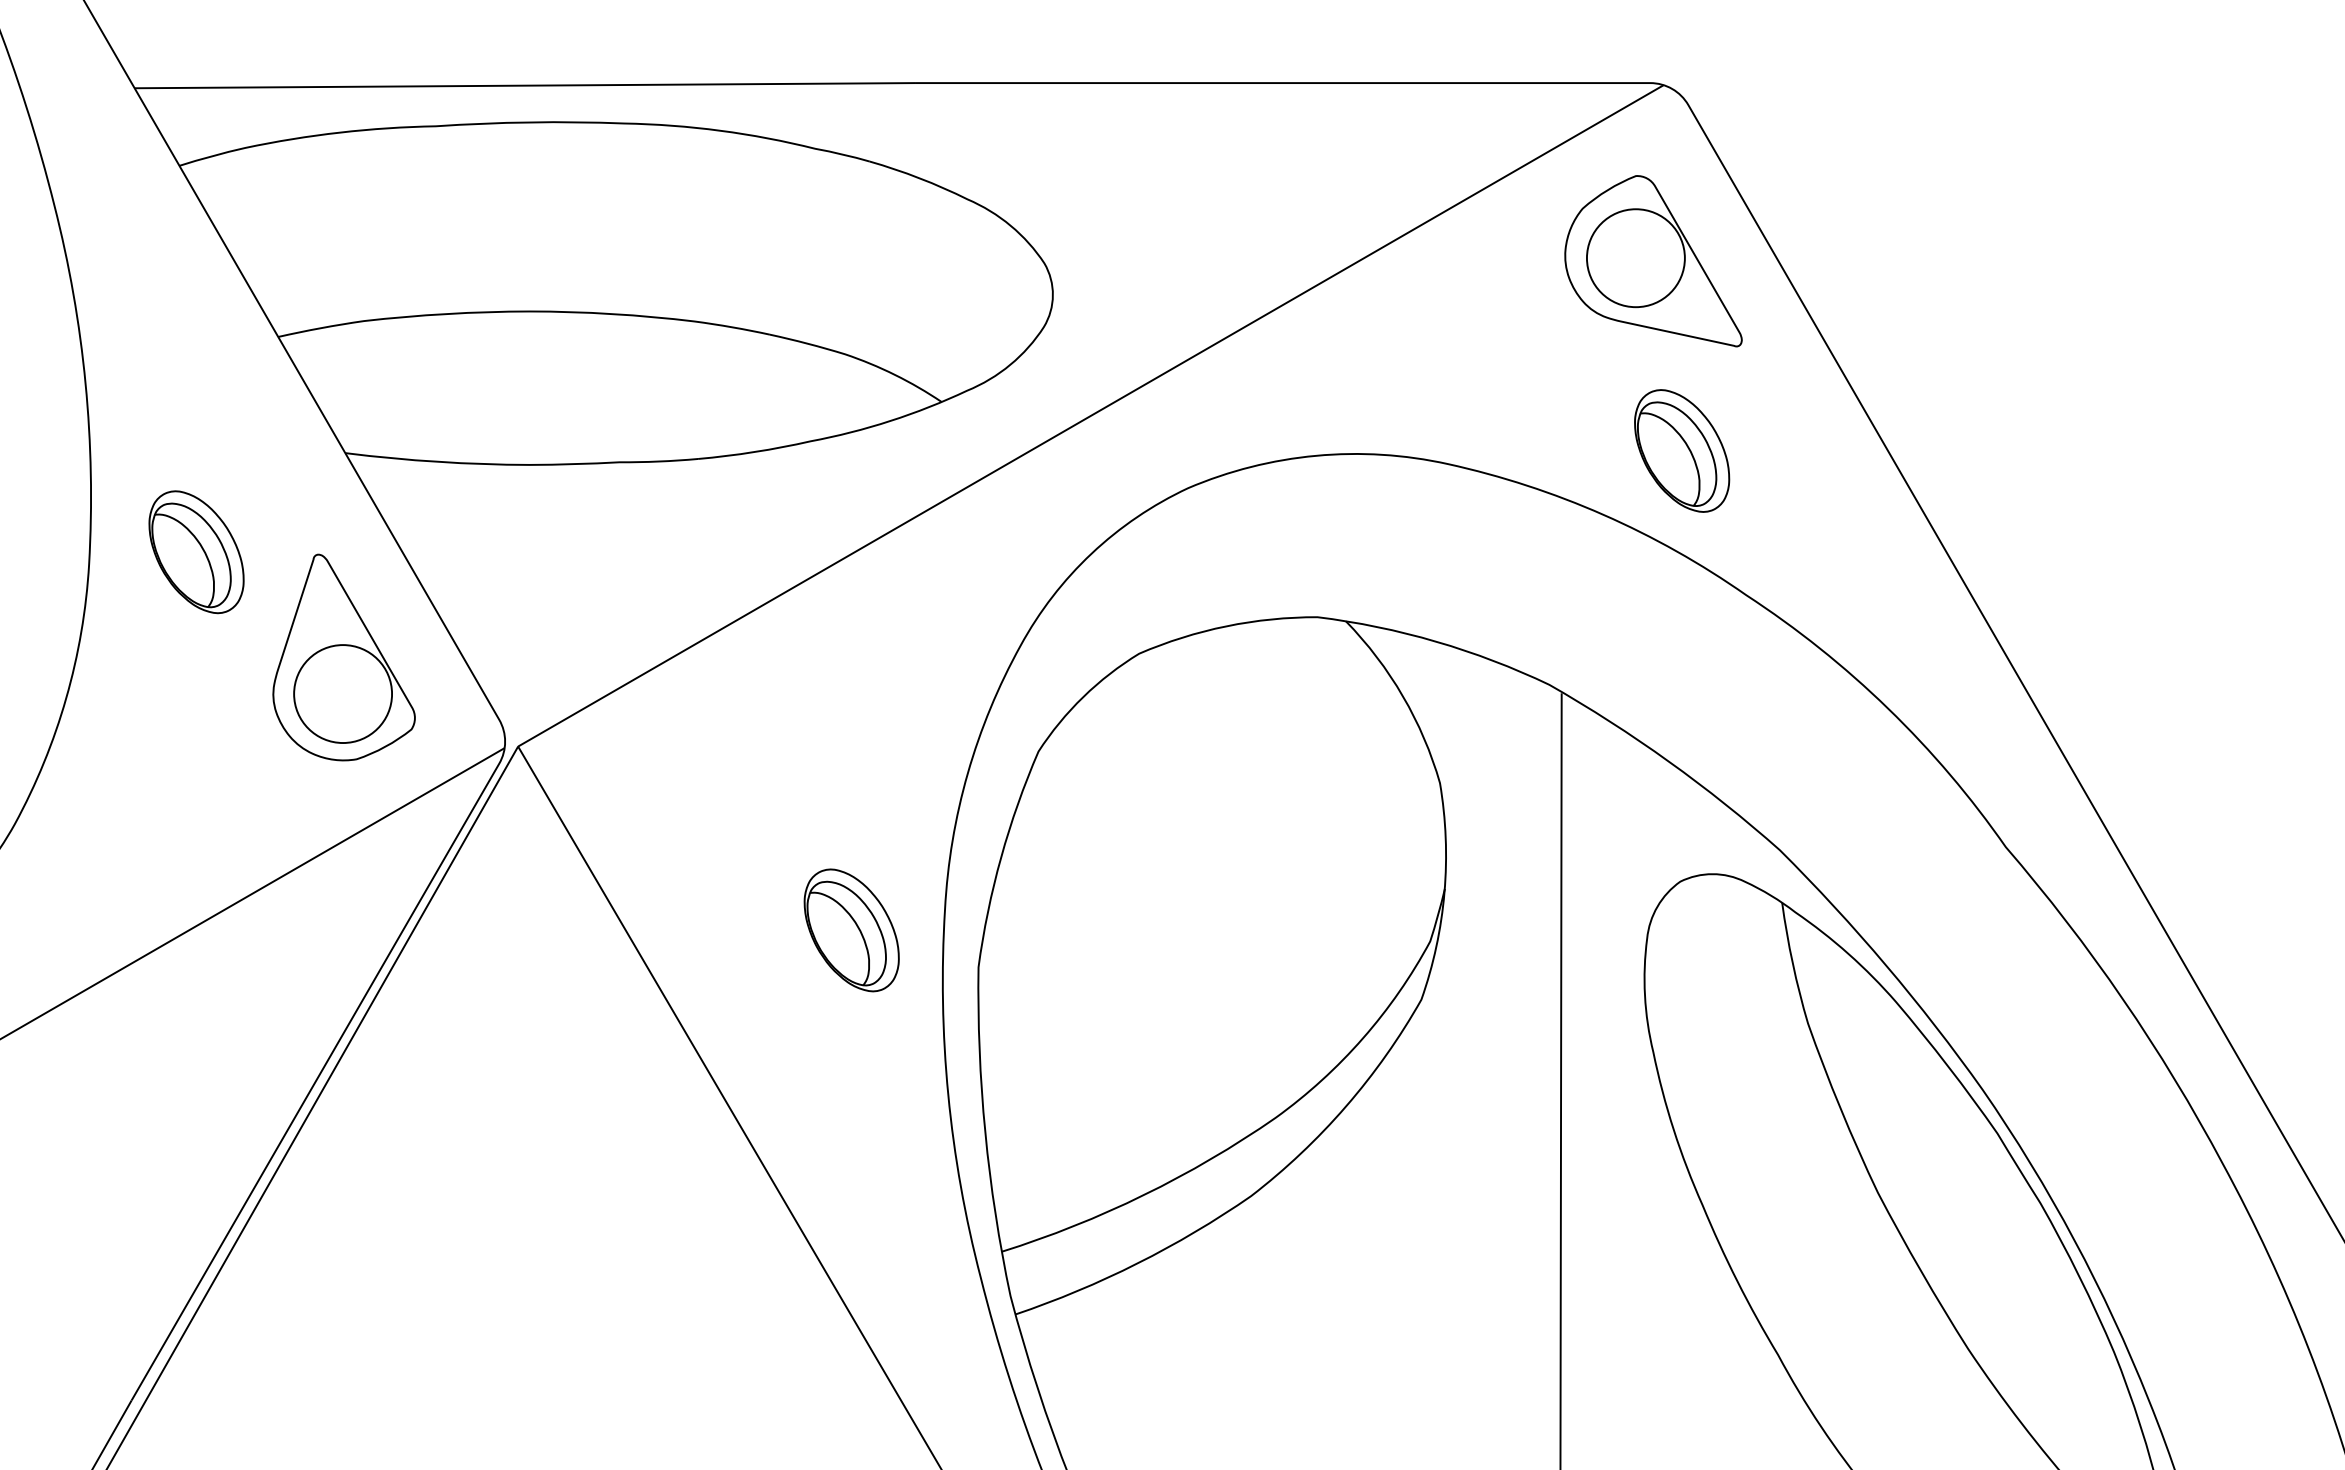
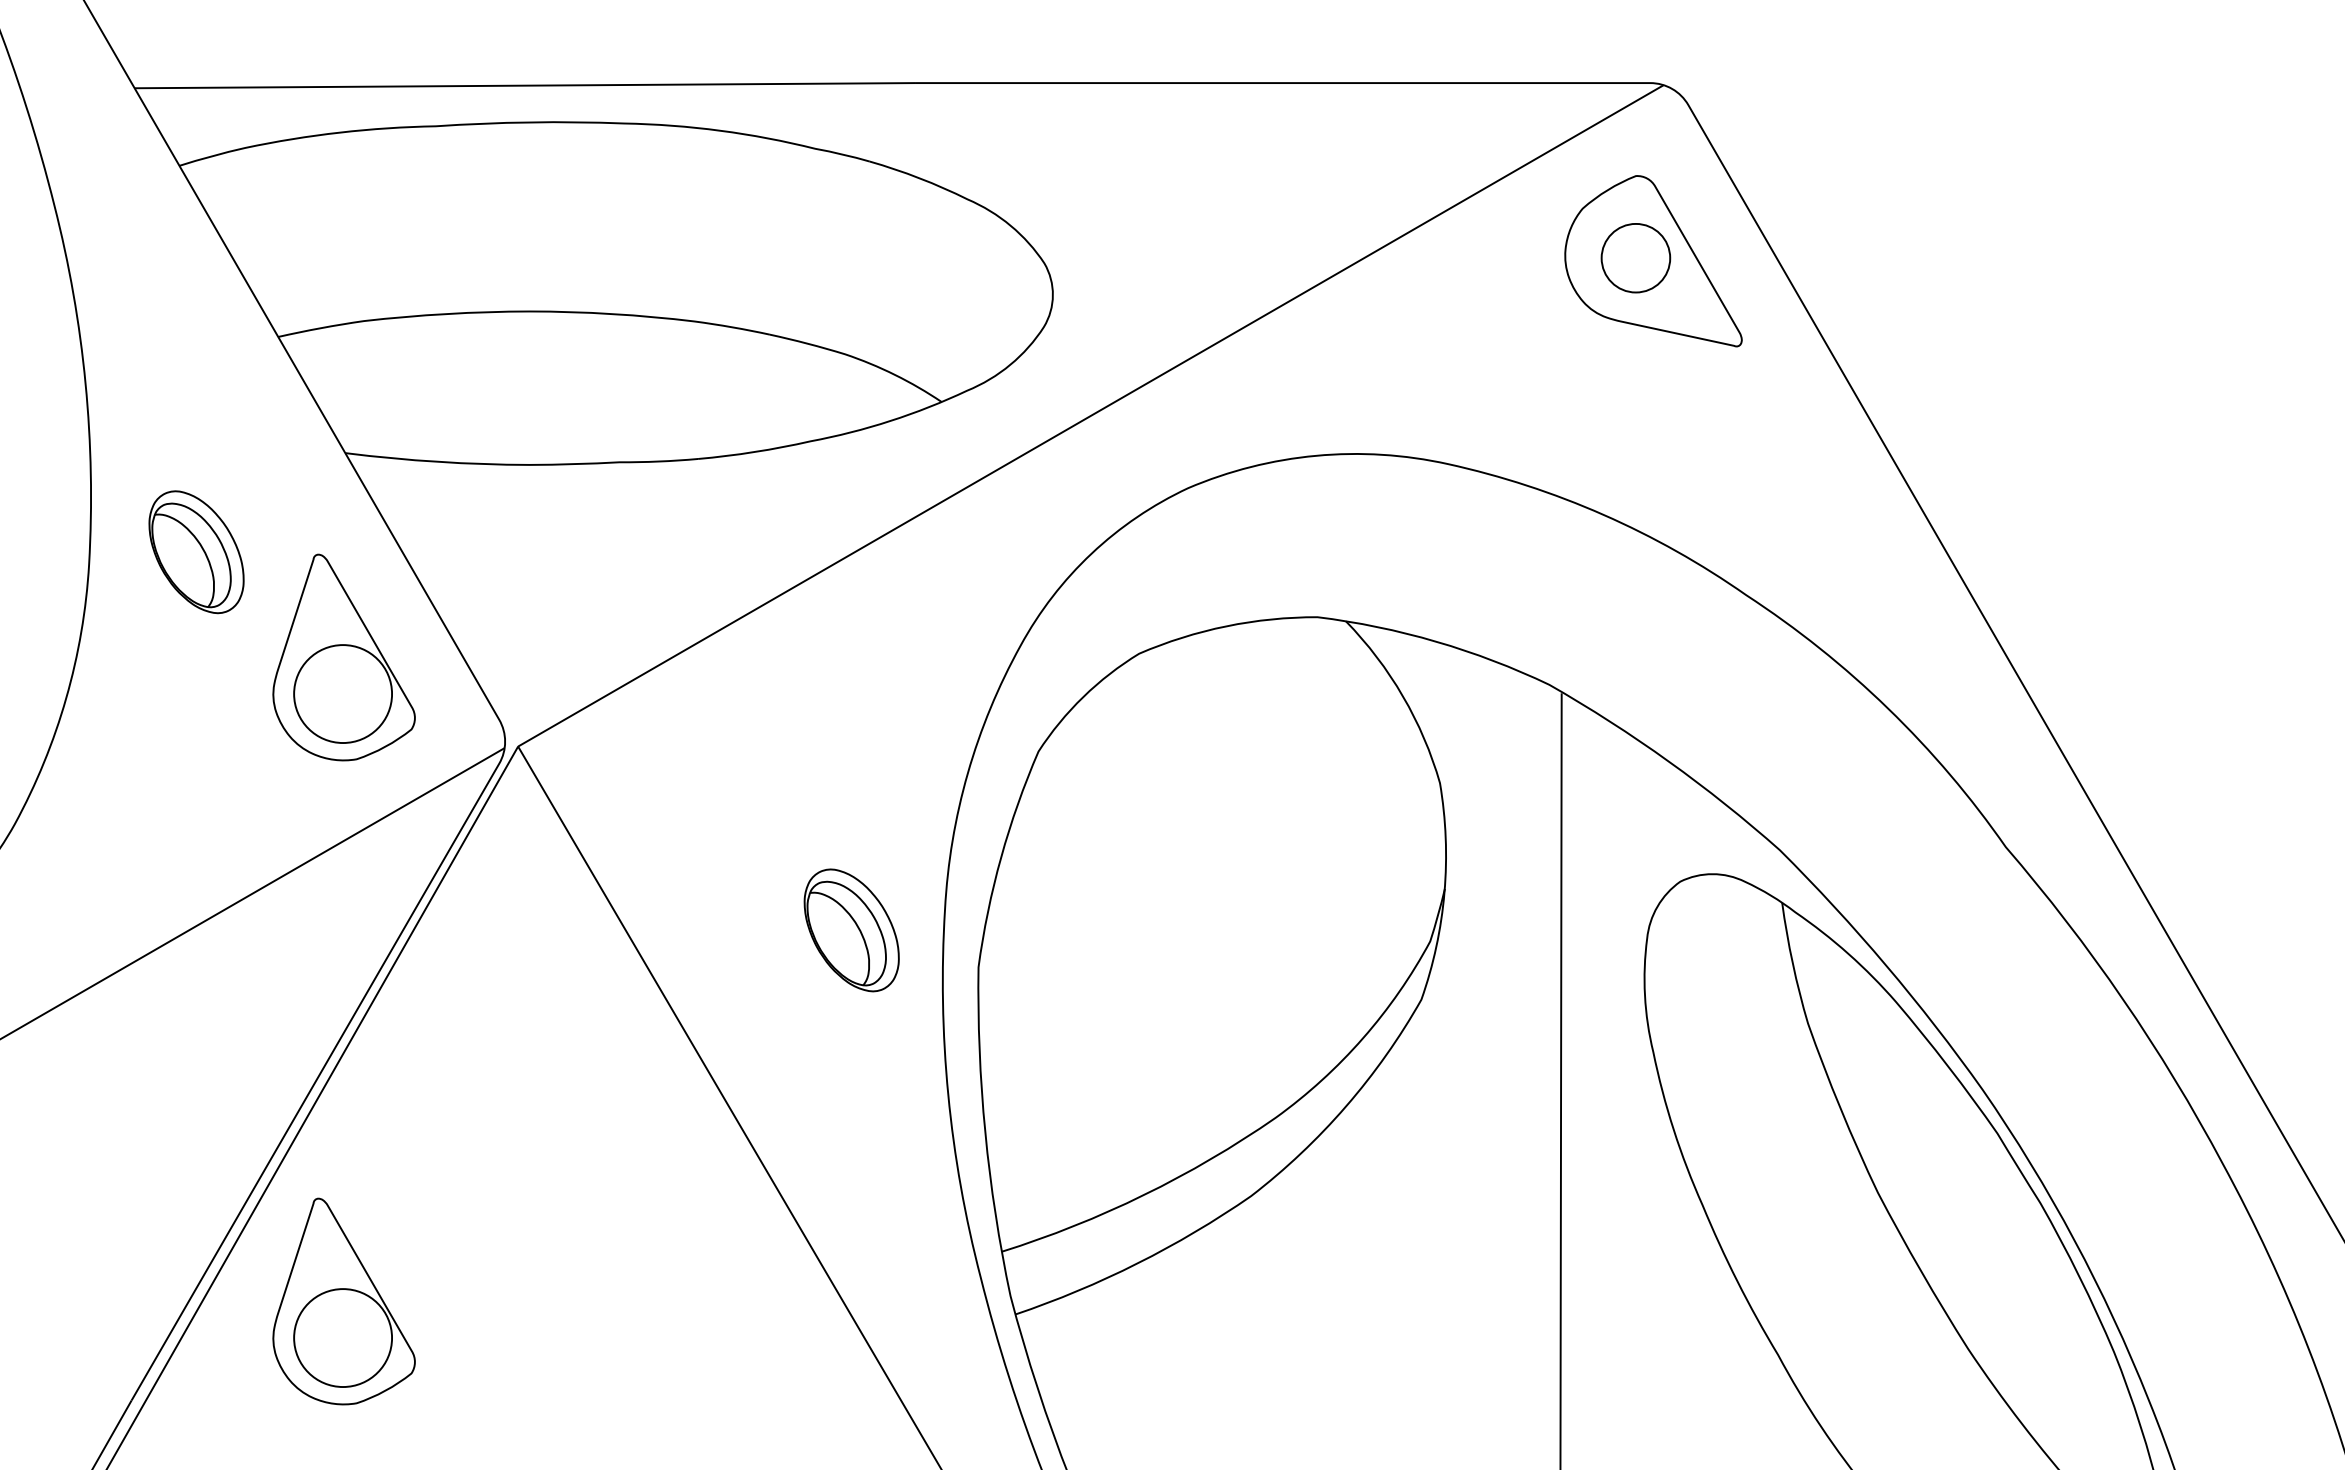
circle at (1635, 258) diameter: 98 px -> 69 px
part at (1682, 450): present -> none
part at (343, 1301): none -> present
